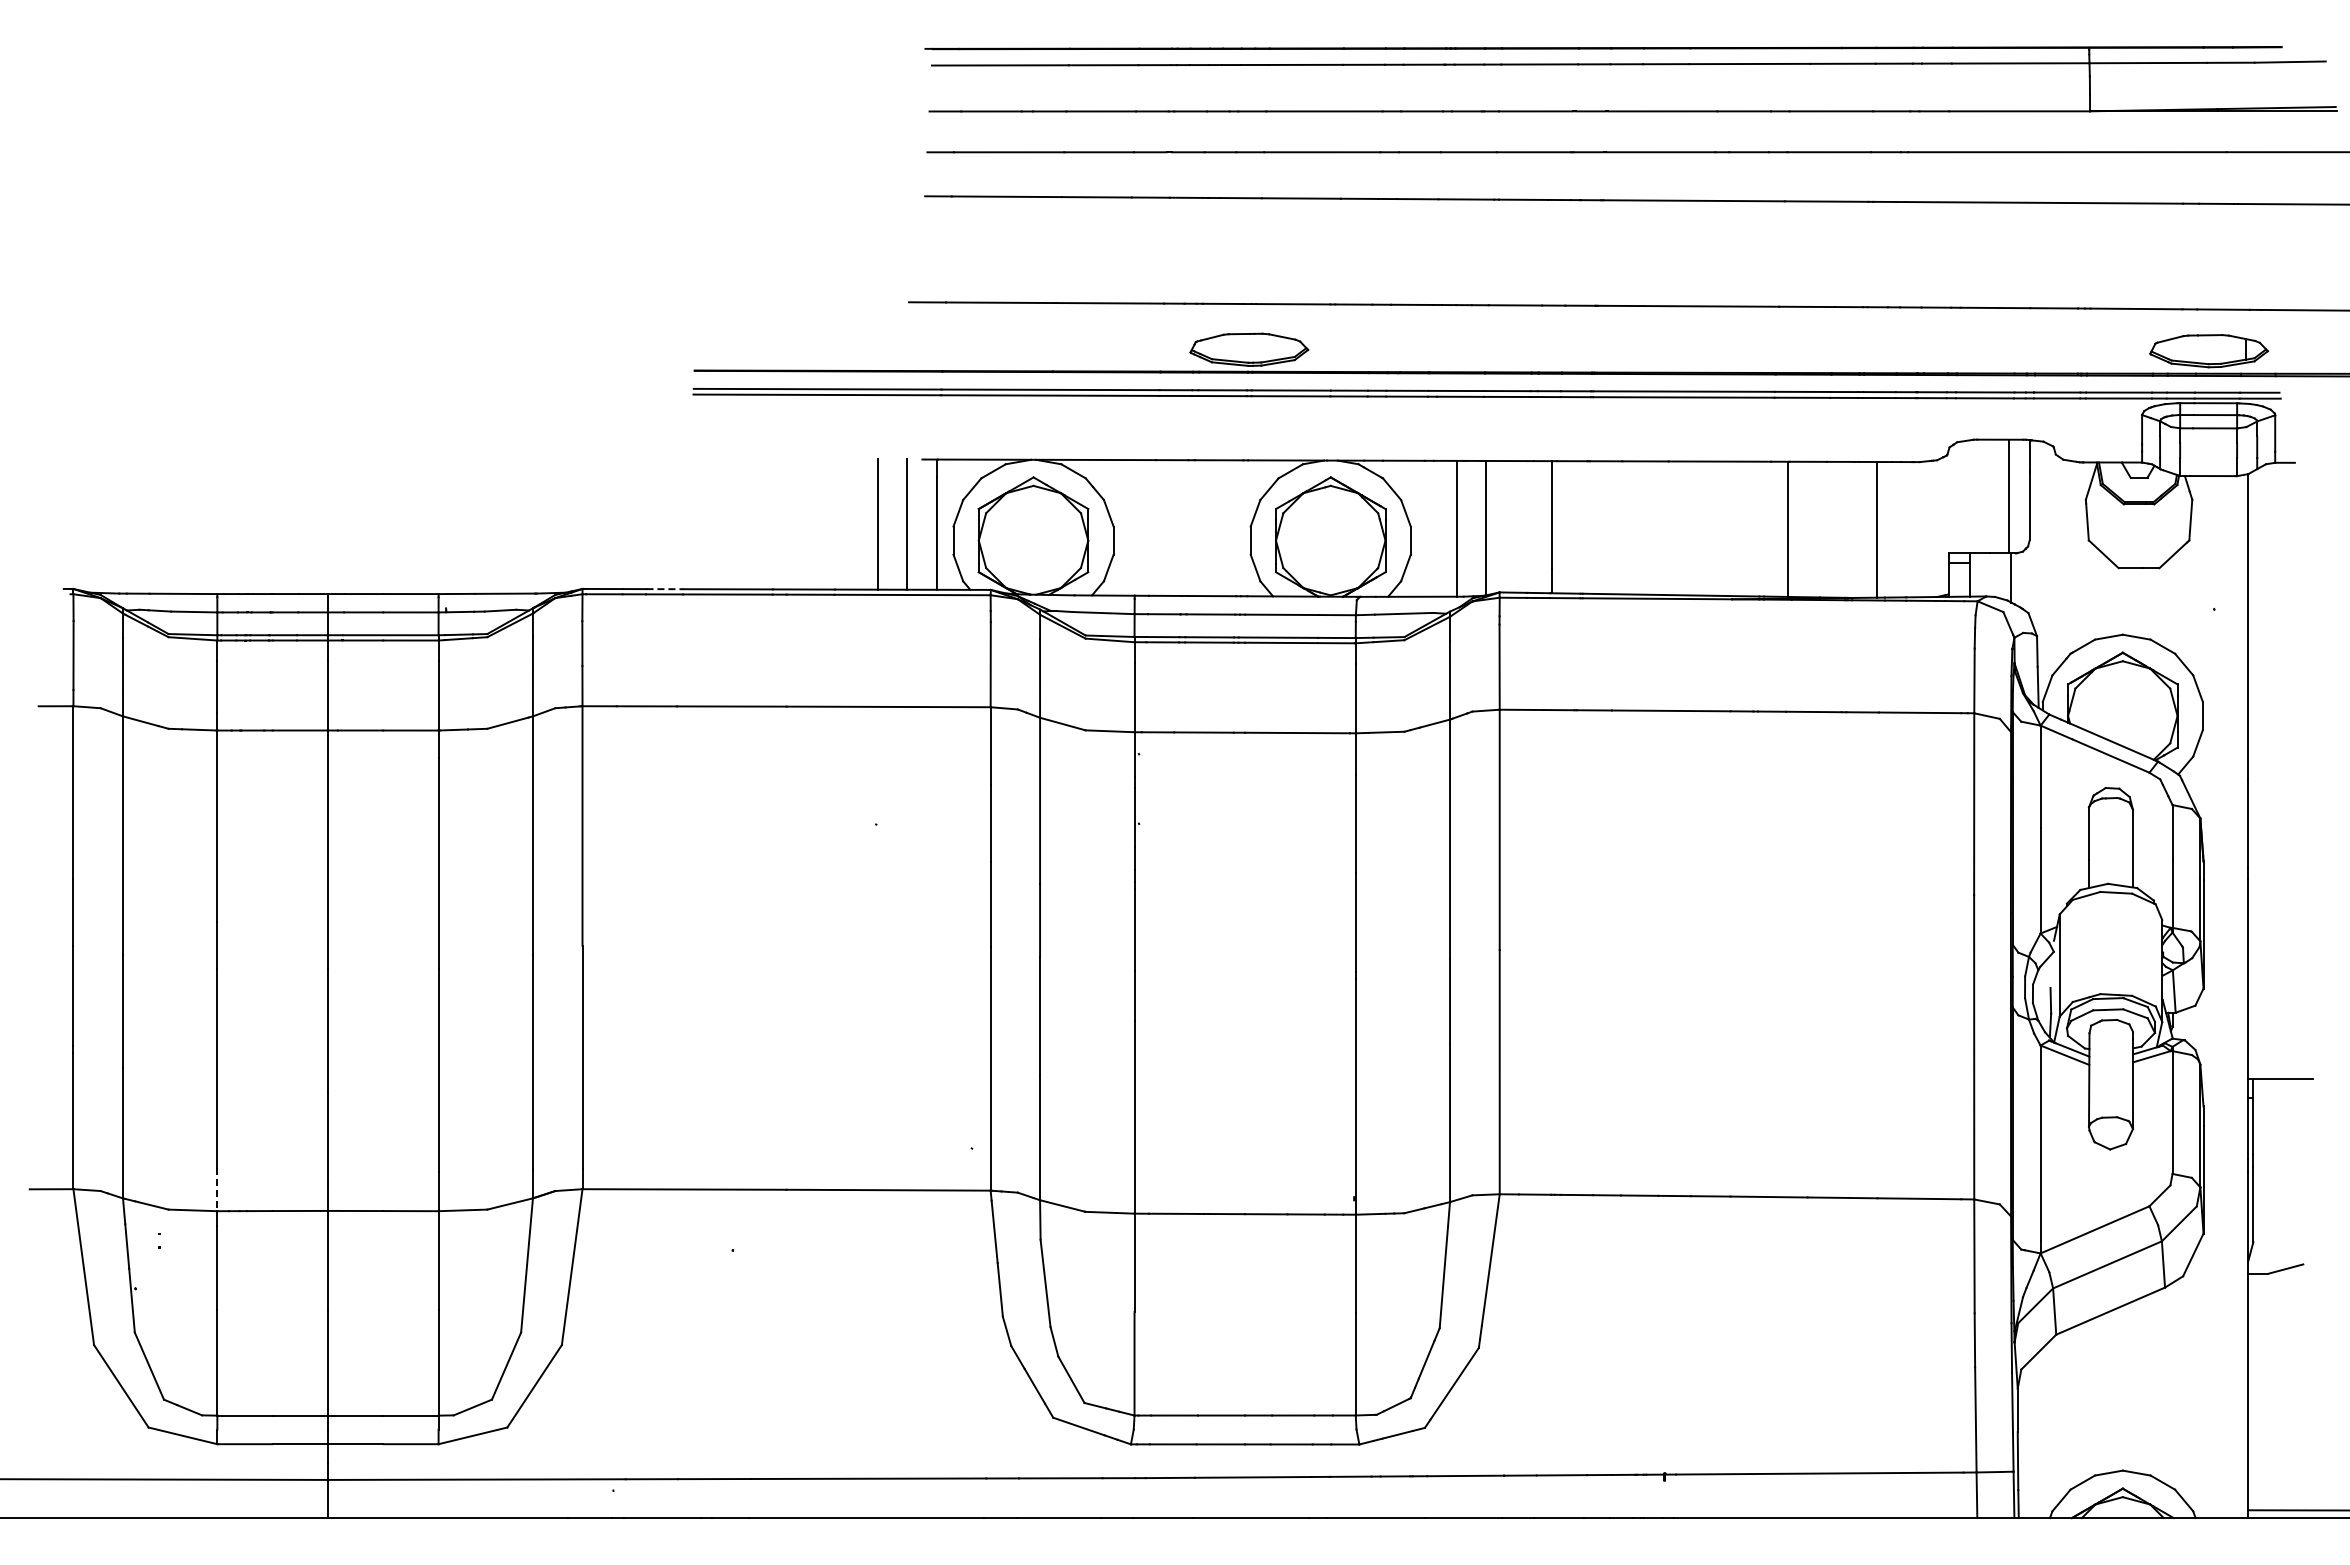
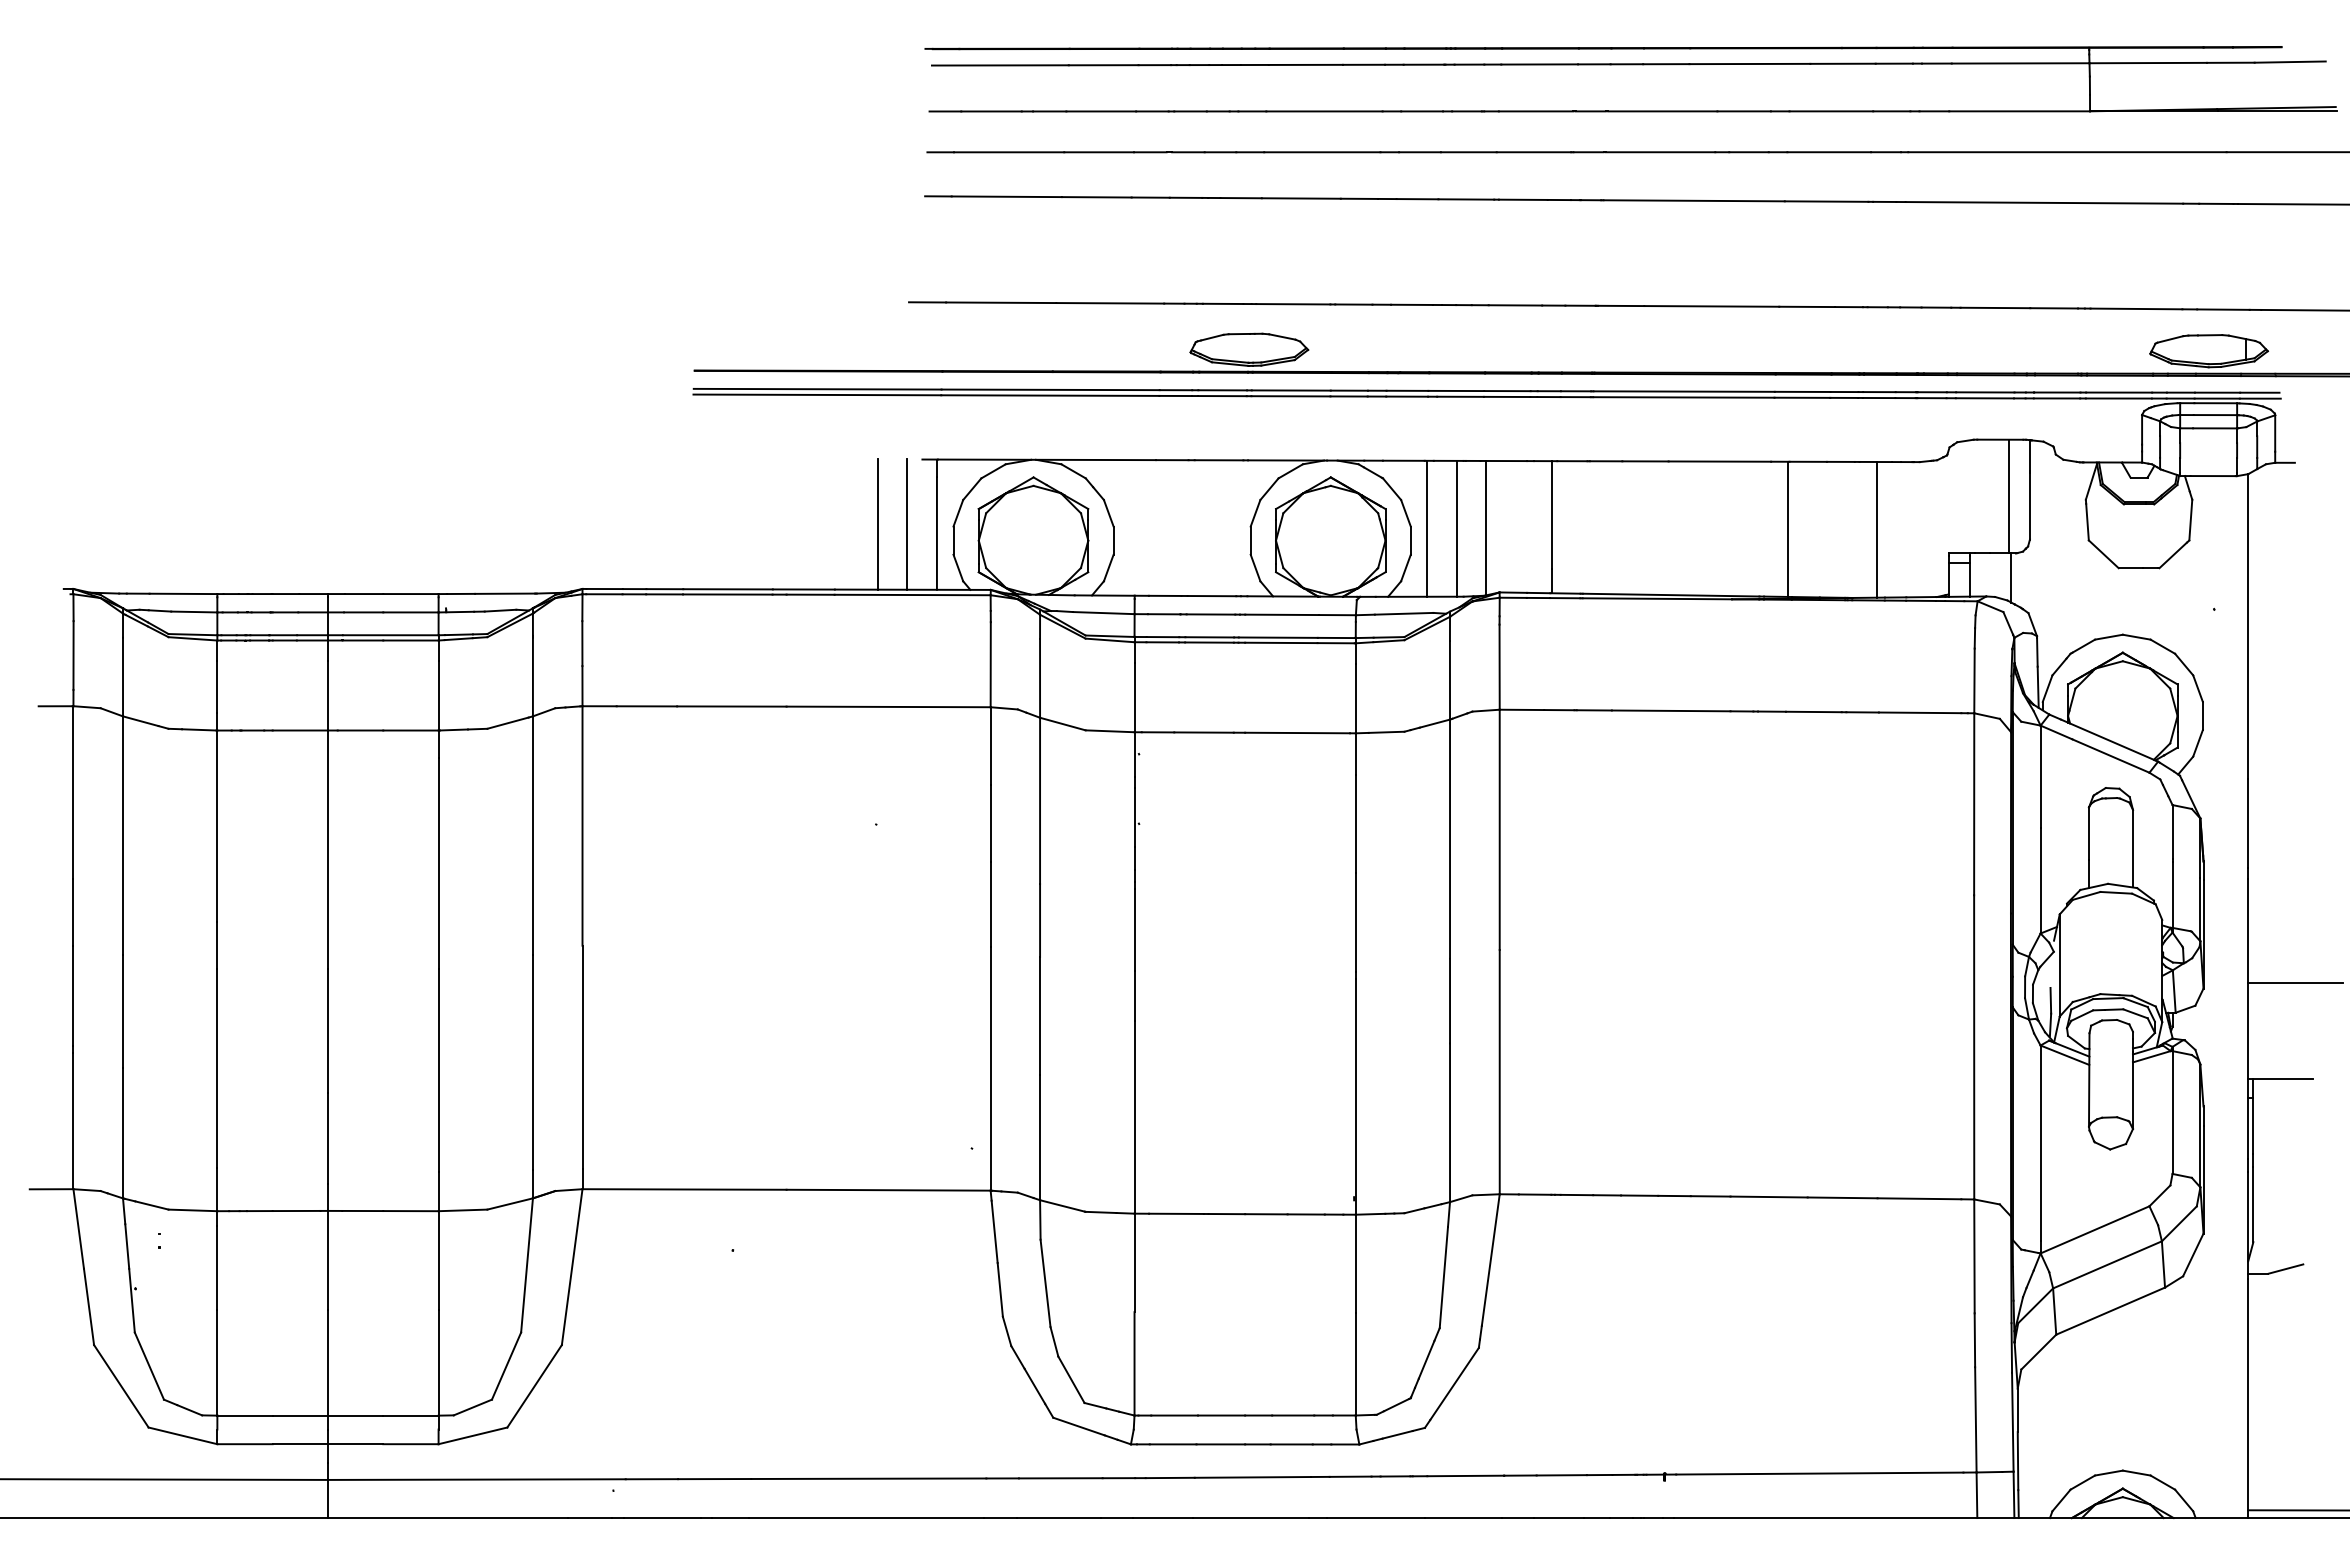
line at (1427, 528): none -> present
line at (665, 589): dashed -> solid
line at (2295, 983): none -> present
line at (217, 1189): dashed -> solid
